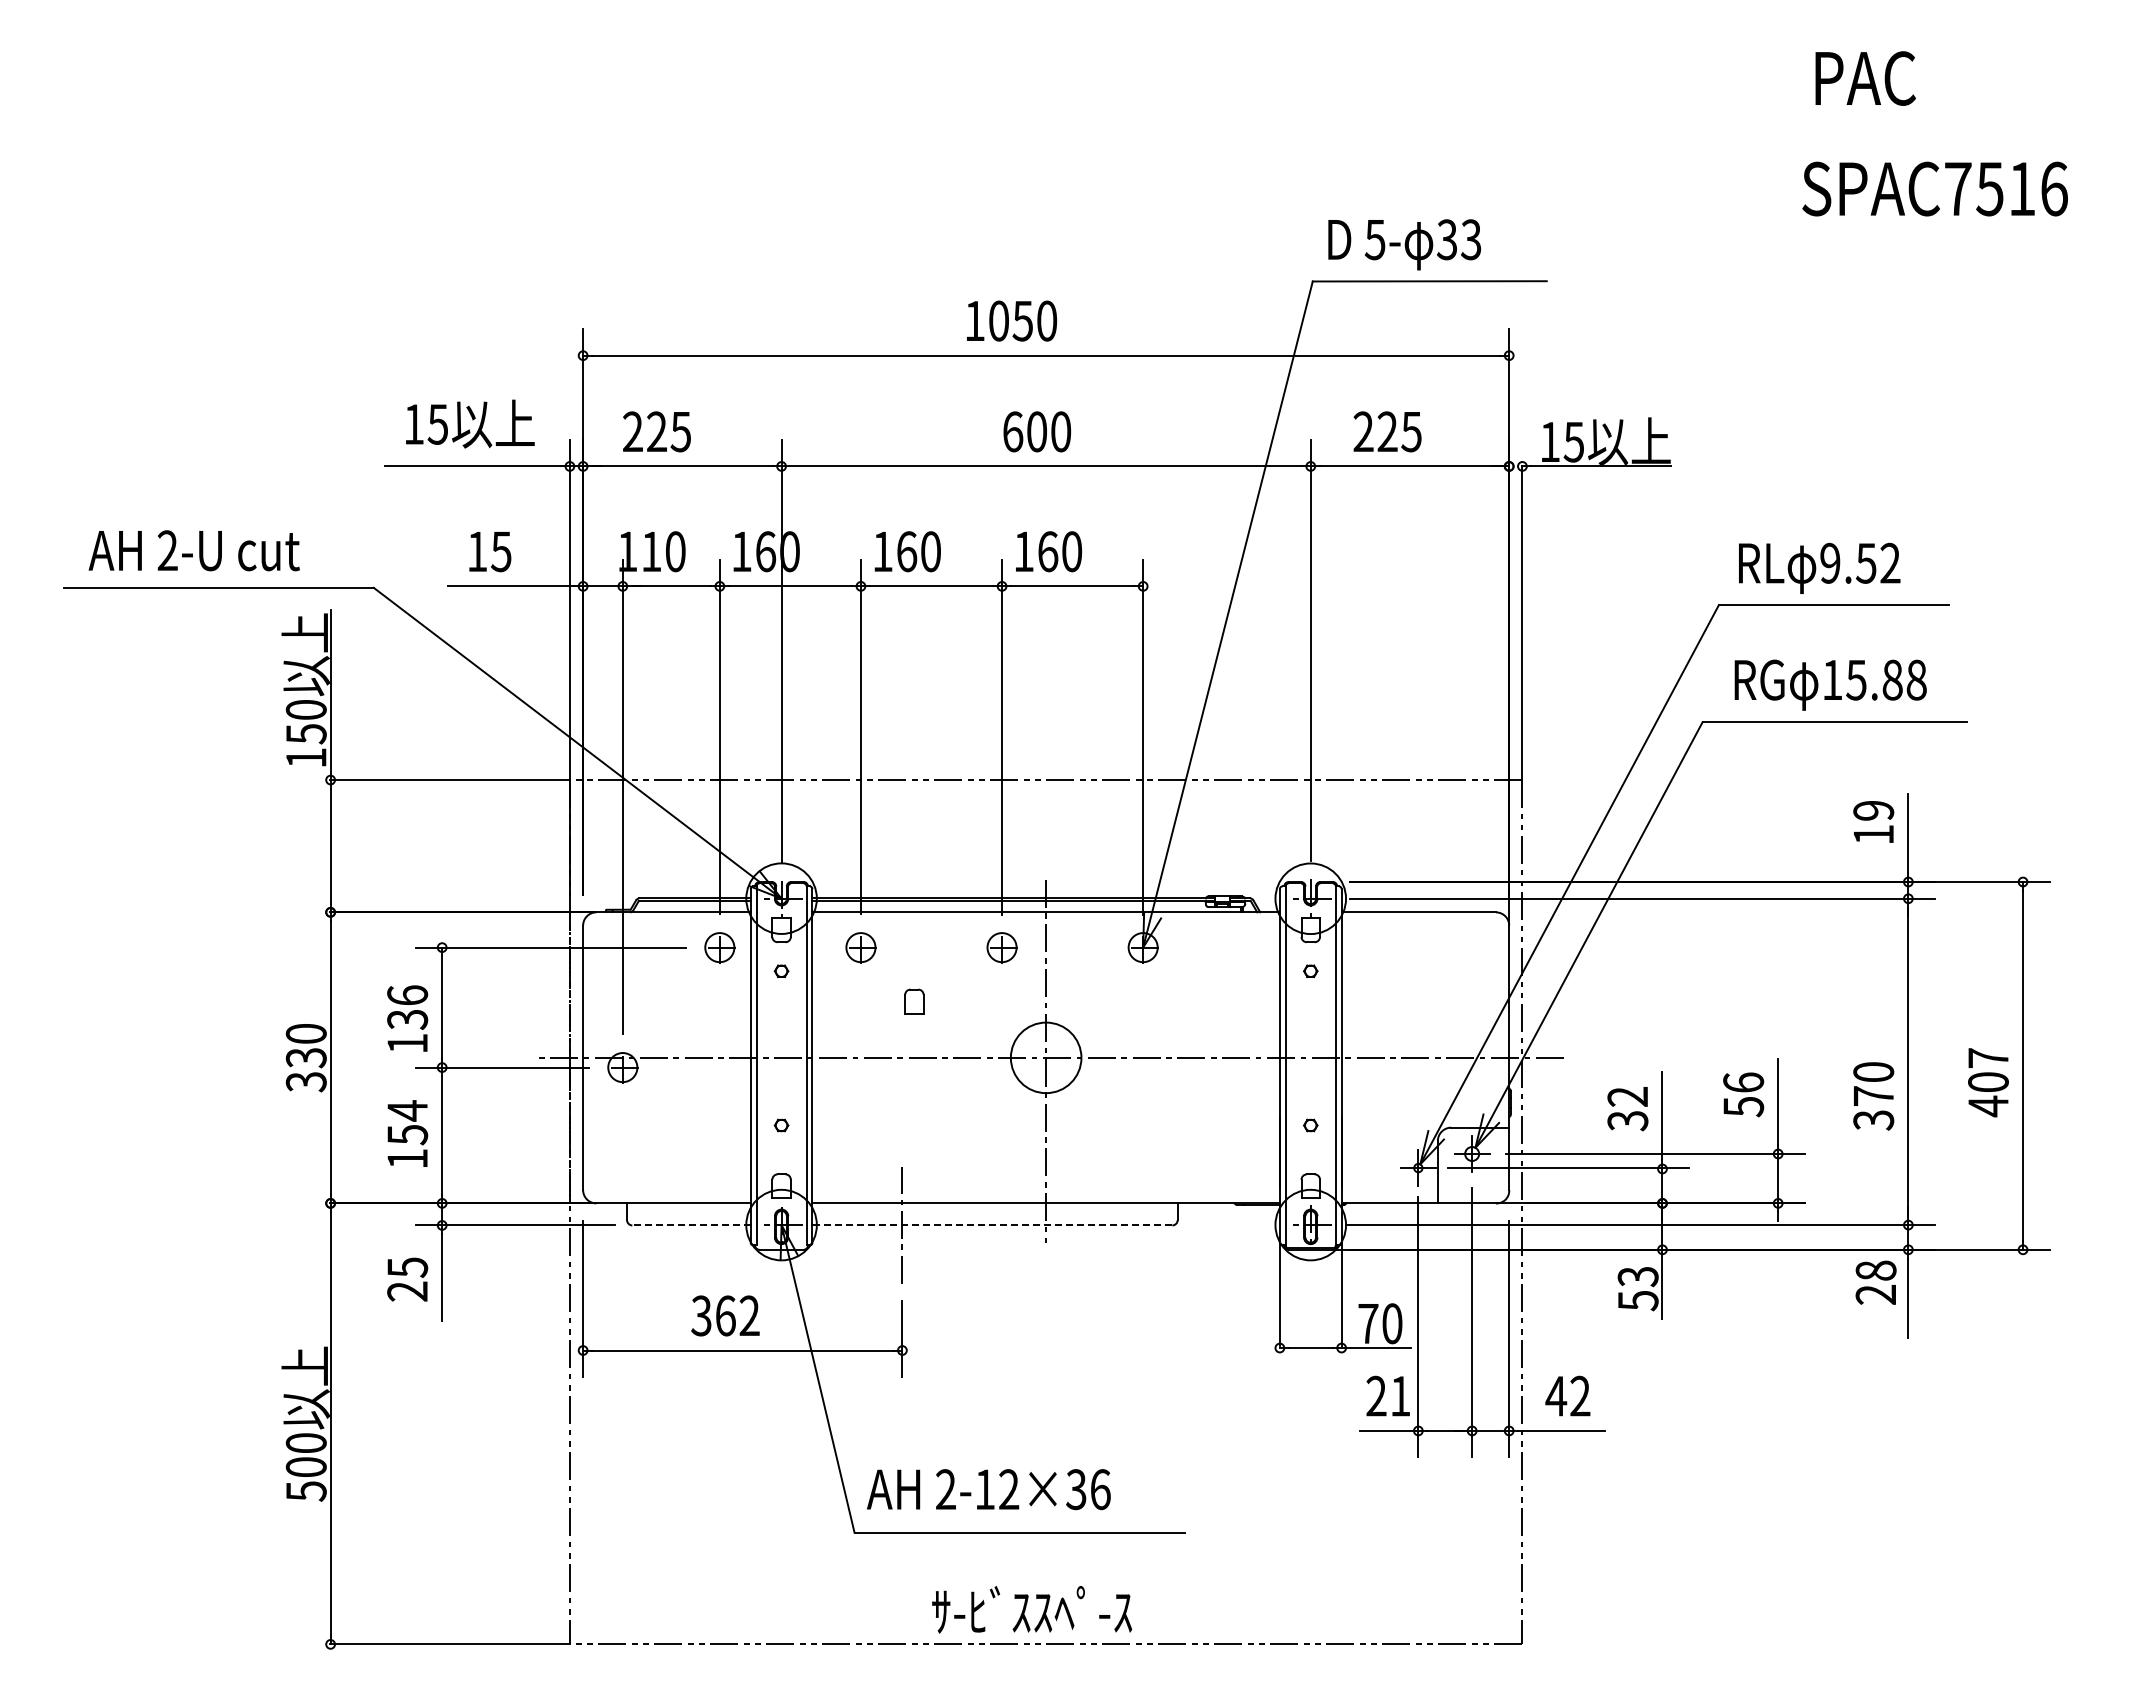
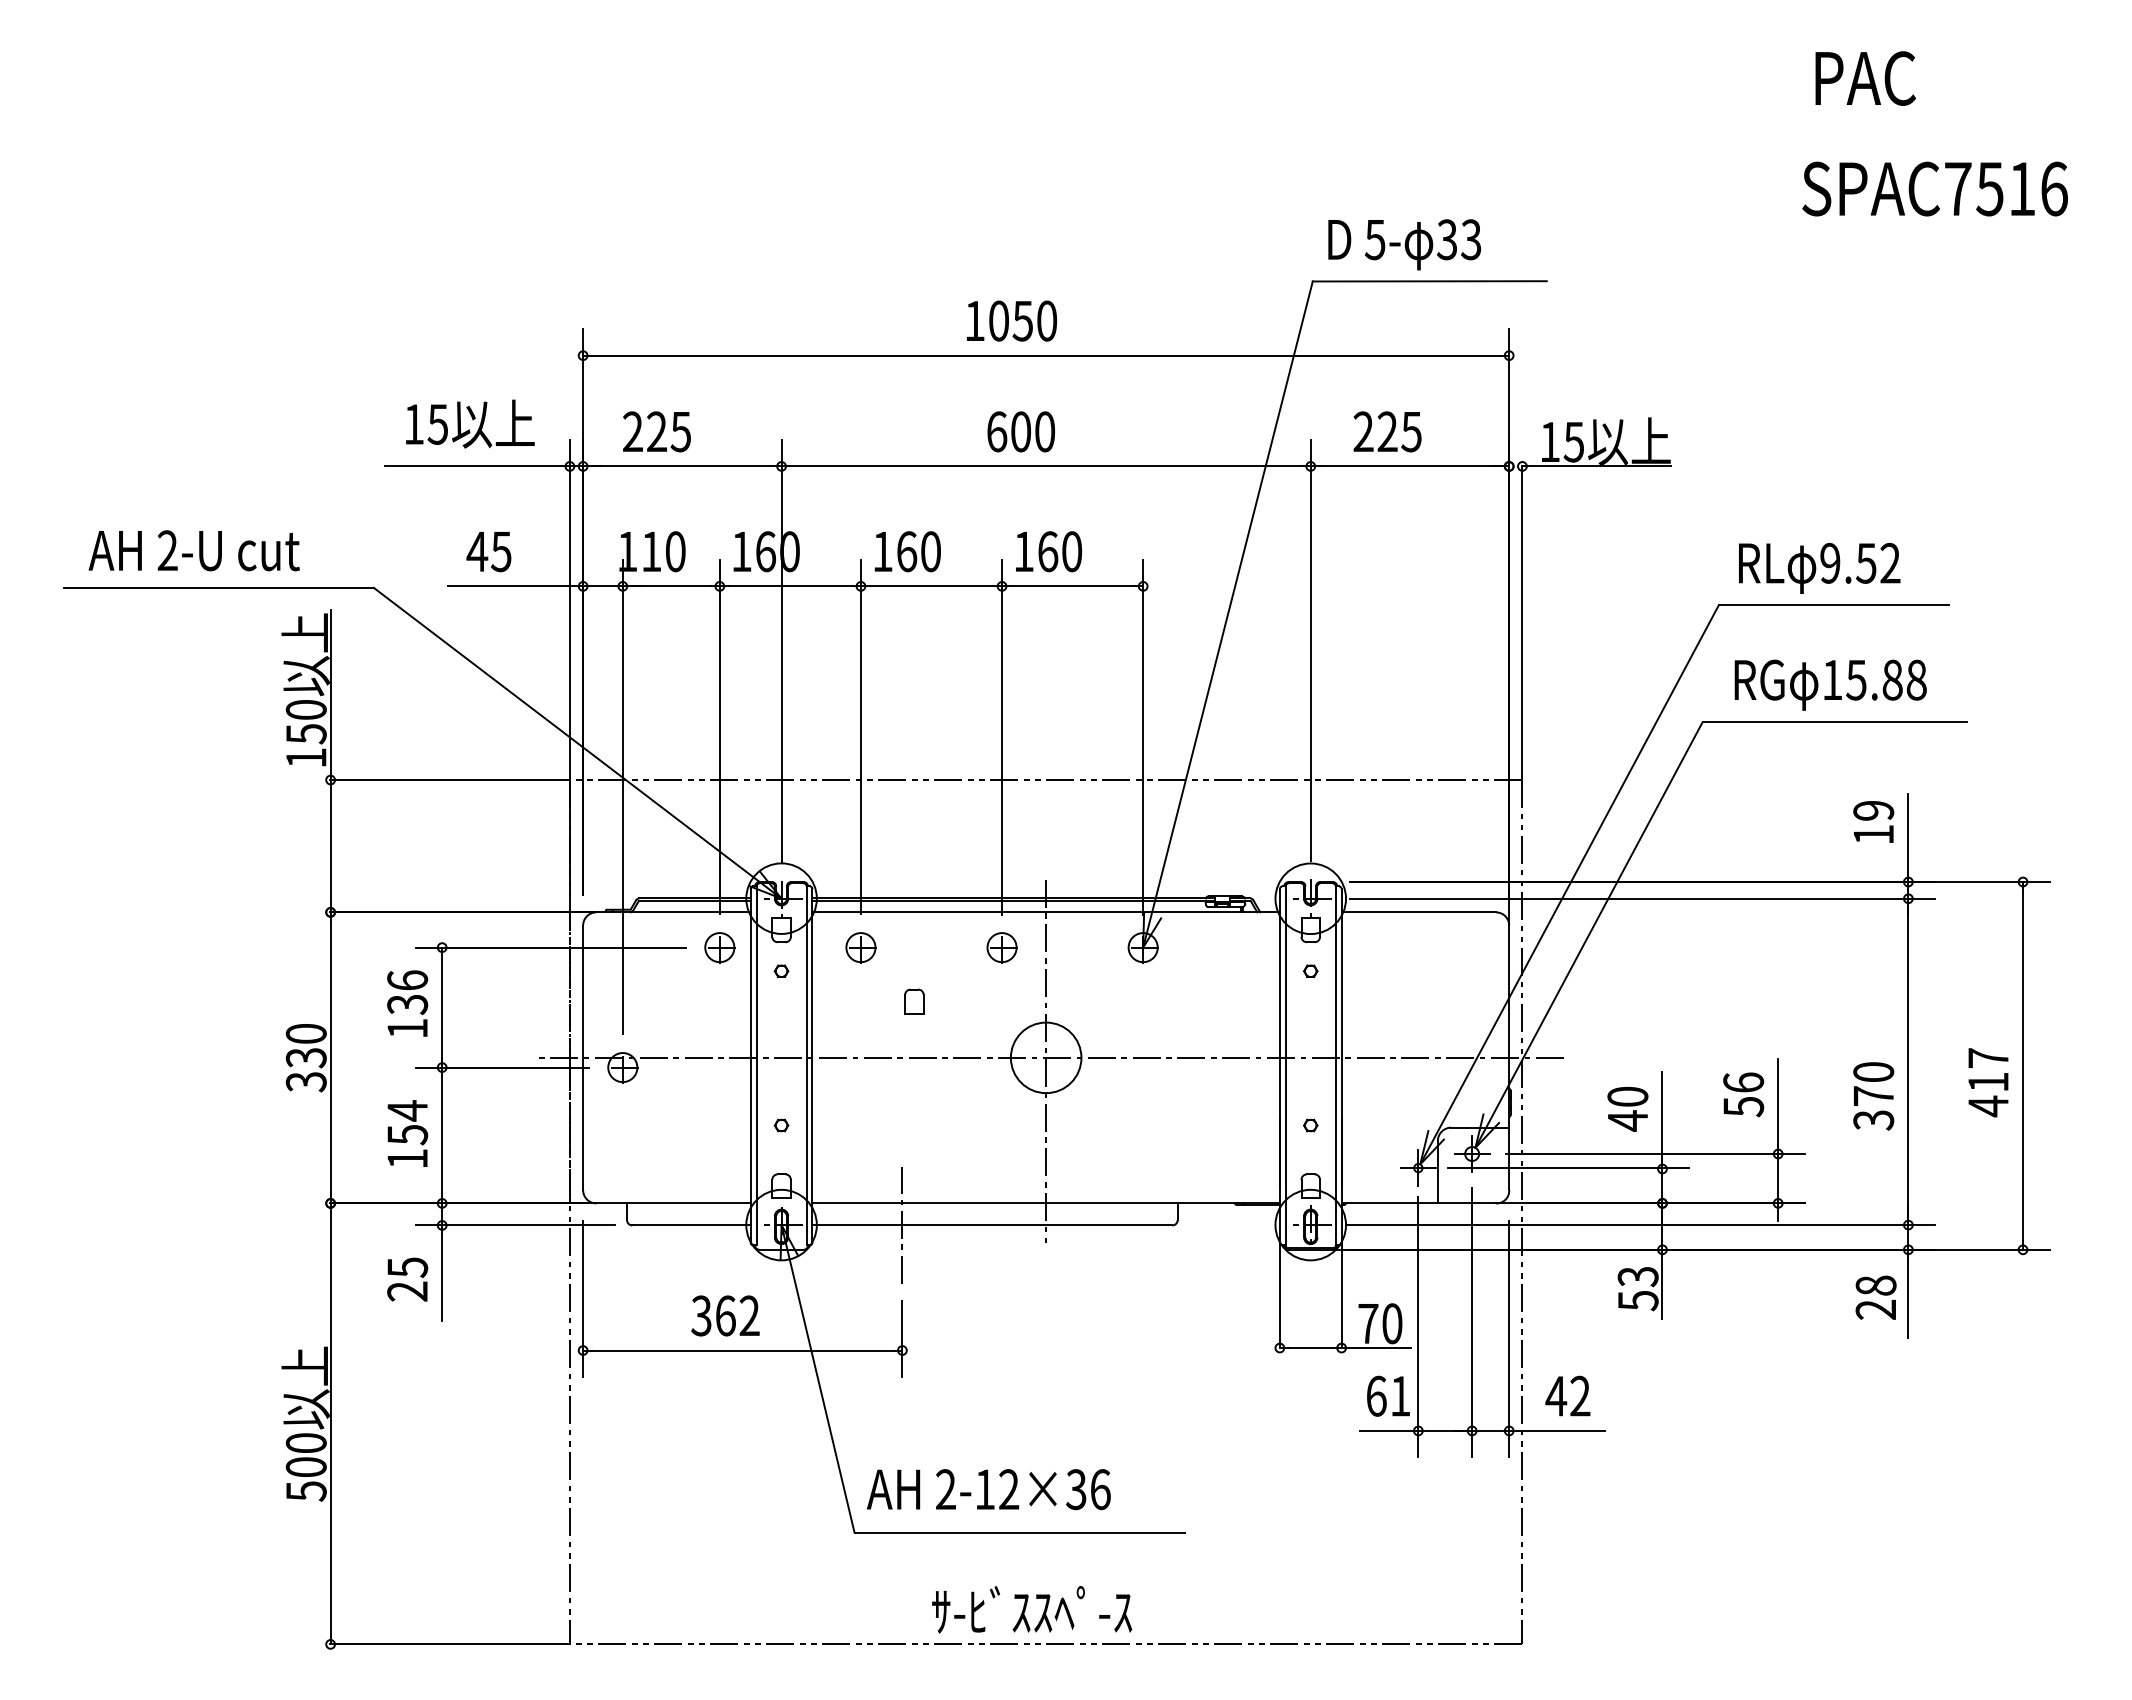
text at (1037, 431) position: (1037, 431) -> (1021, 431)
text at (477, 551): 15 -> 45
text at (407, 1018) position: (407, 1018) -> (407, 1003)
text at (1988, 1081): 407 -> 417
text at (1627, 1108): 32 -> 40
line at (691, 1225): dashed -> solid
line at (992, 1225): dashed -> solid
text at (1875, 1282) position: (1875, 1282) -> (1875, 1297)
text at (1376, 1395): 21 -> 61
